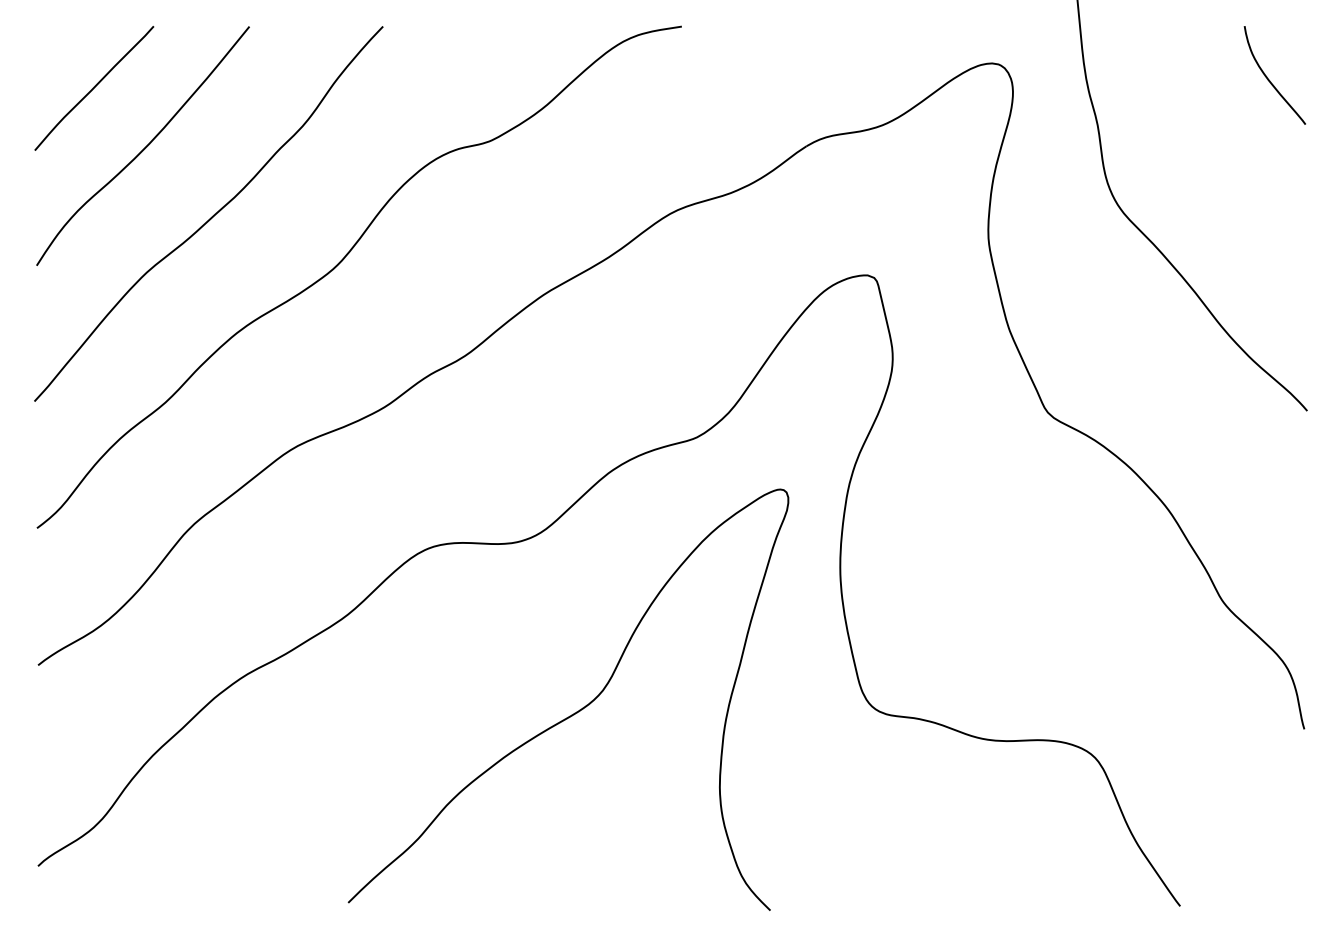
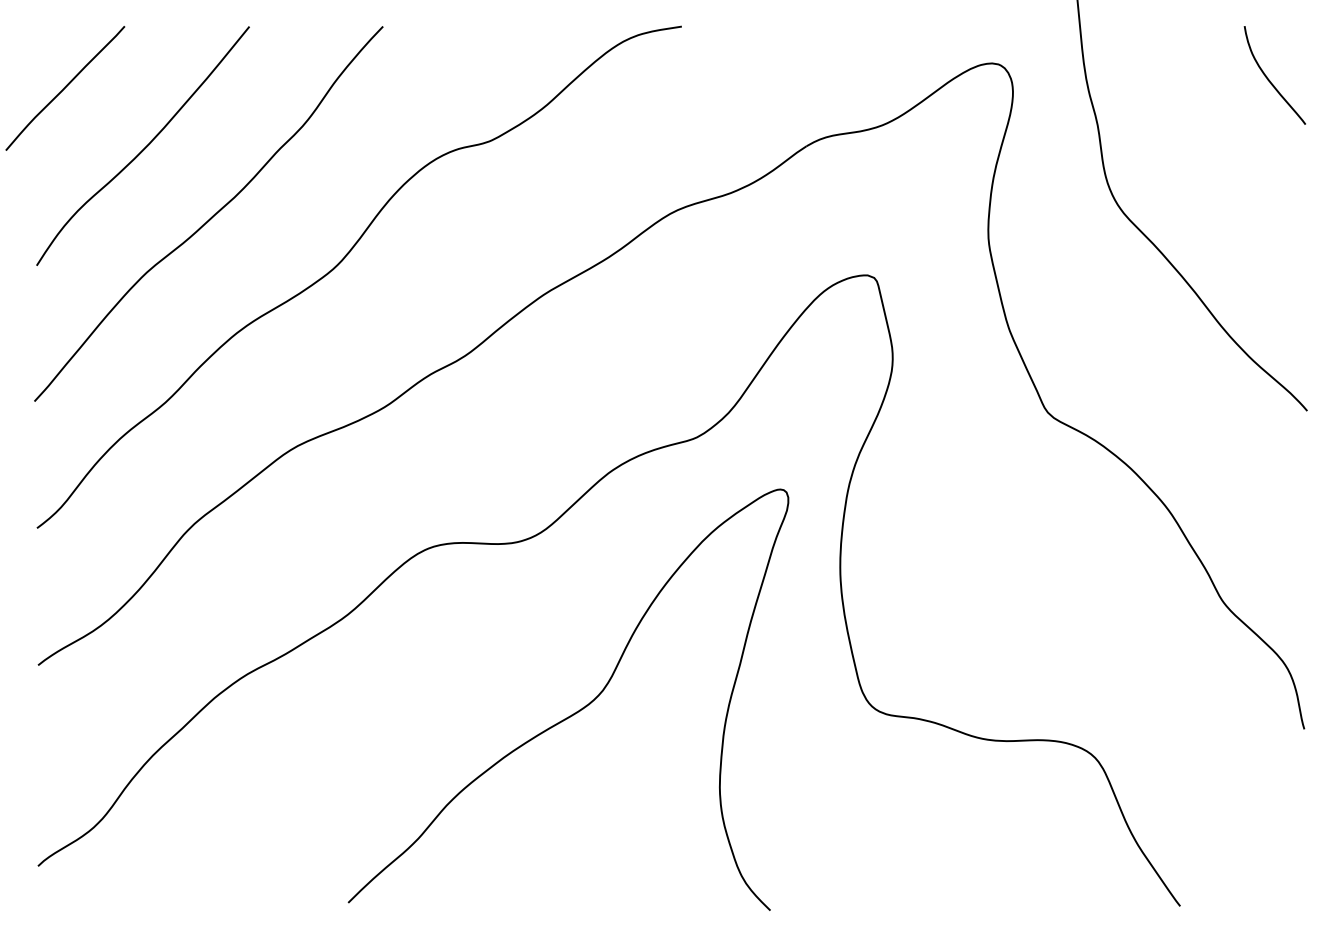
curve at (94, 88) position: (94, 88) -> (65, 88)
